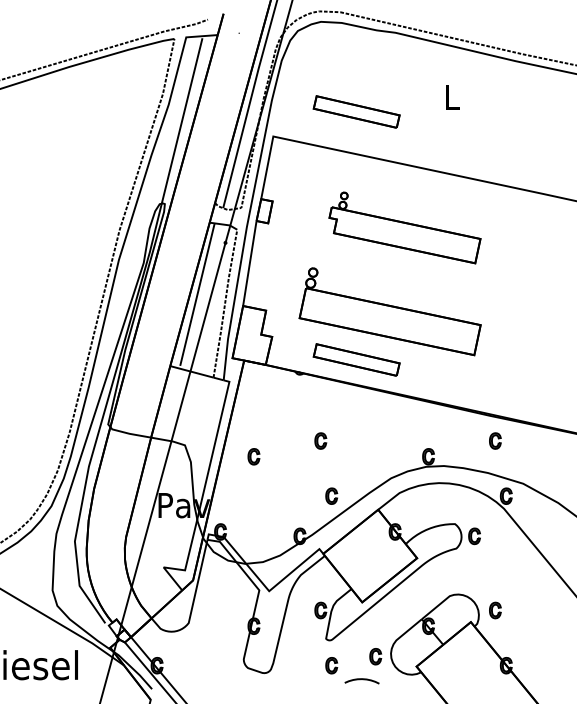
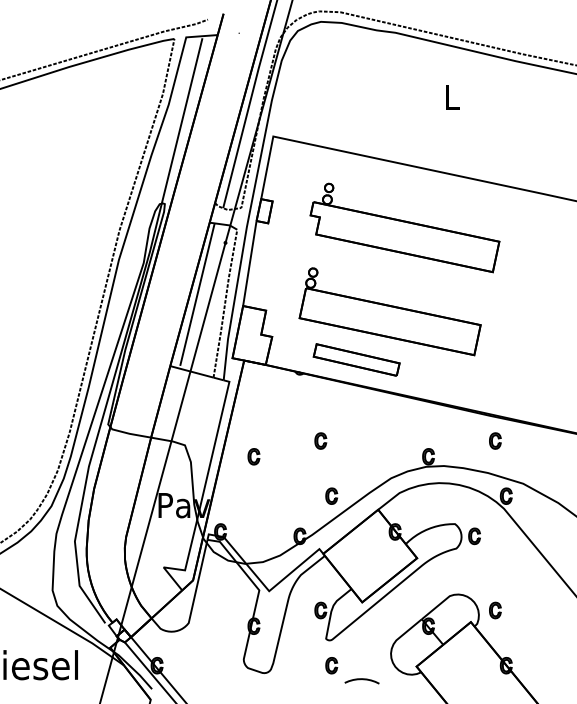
part at (356, 111): present -> none
part at (404, 227) size: 154x74 px -> 192x92 px
part at (375, 656): present -> none
